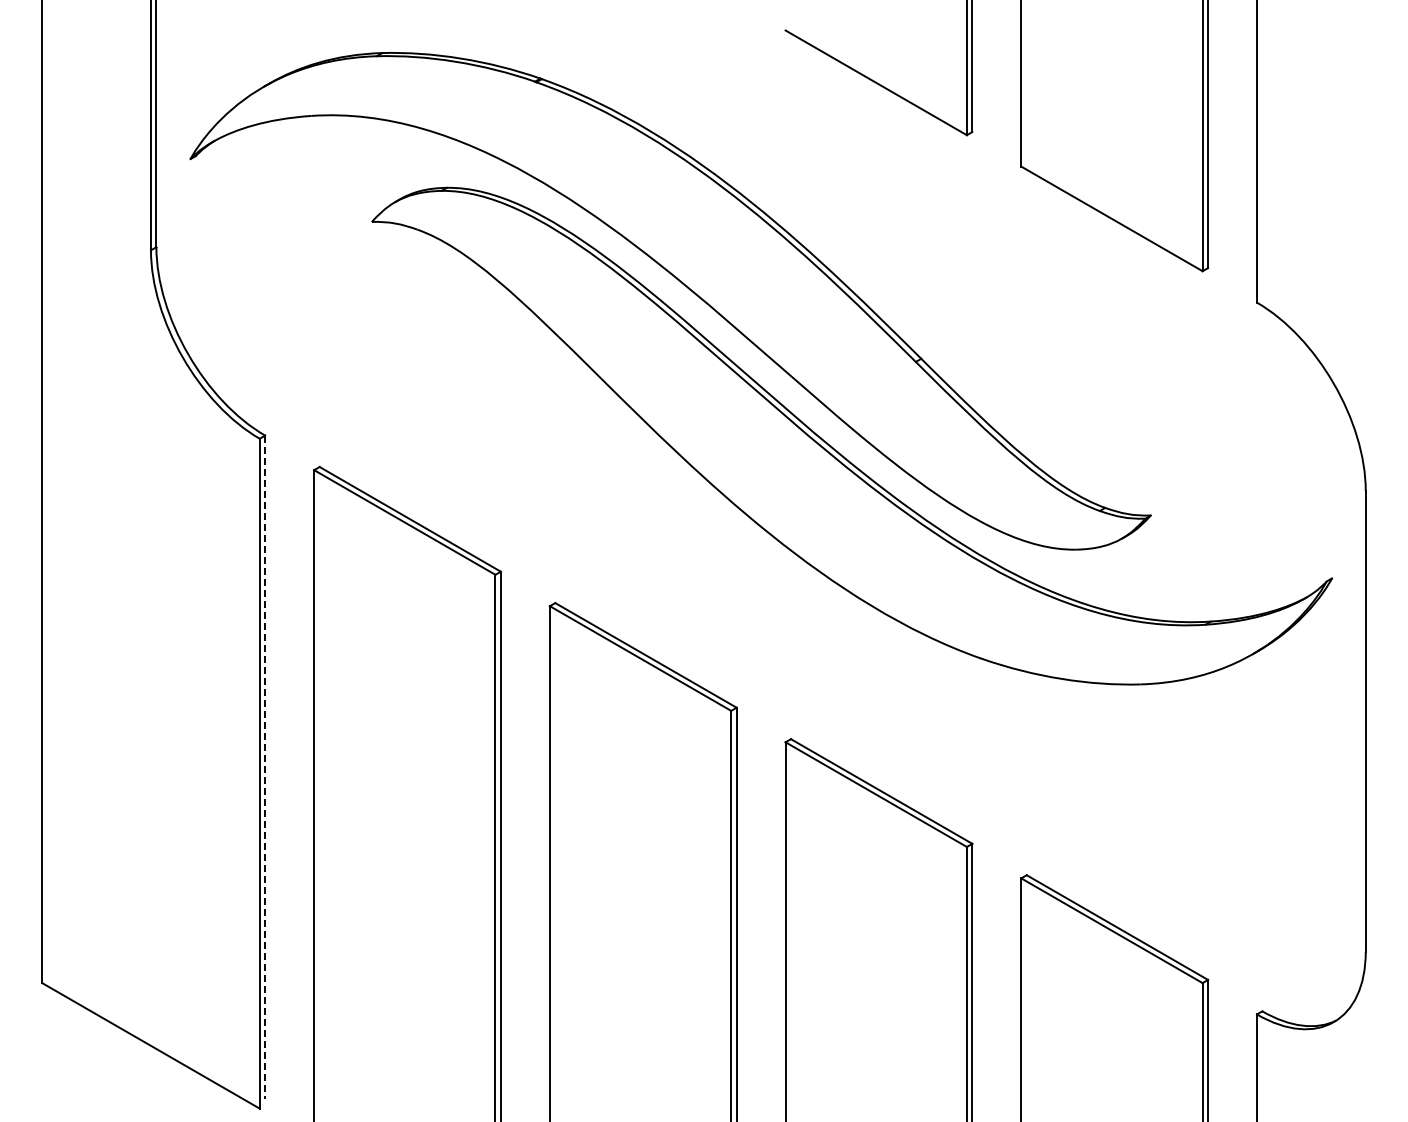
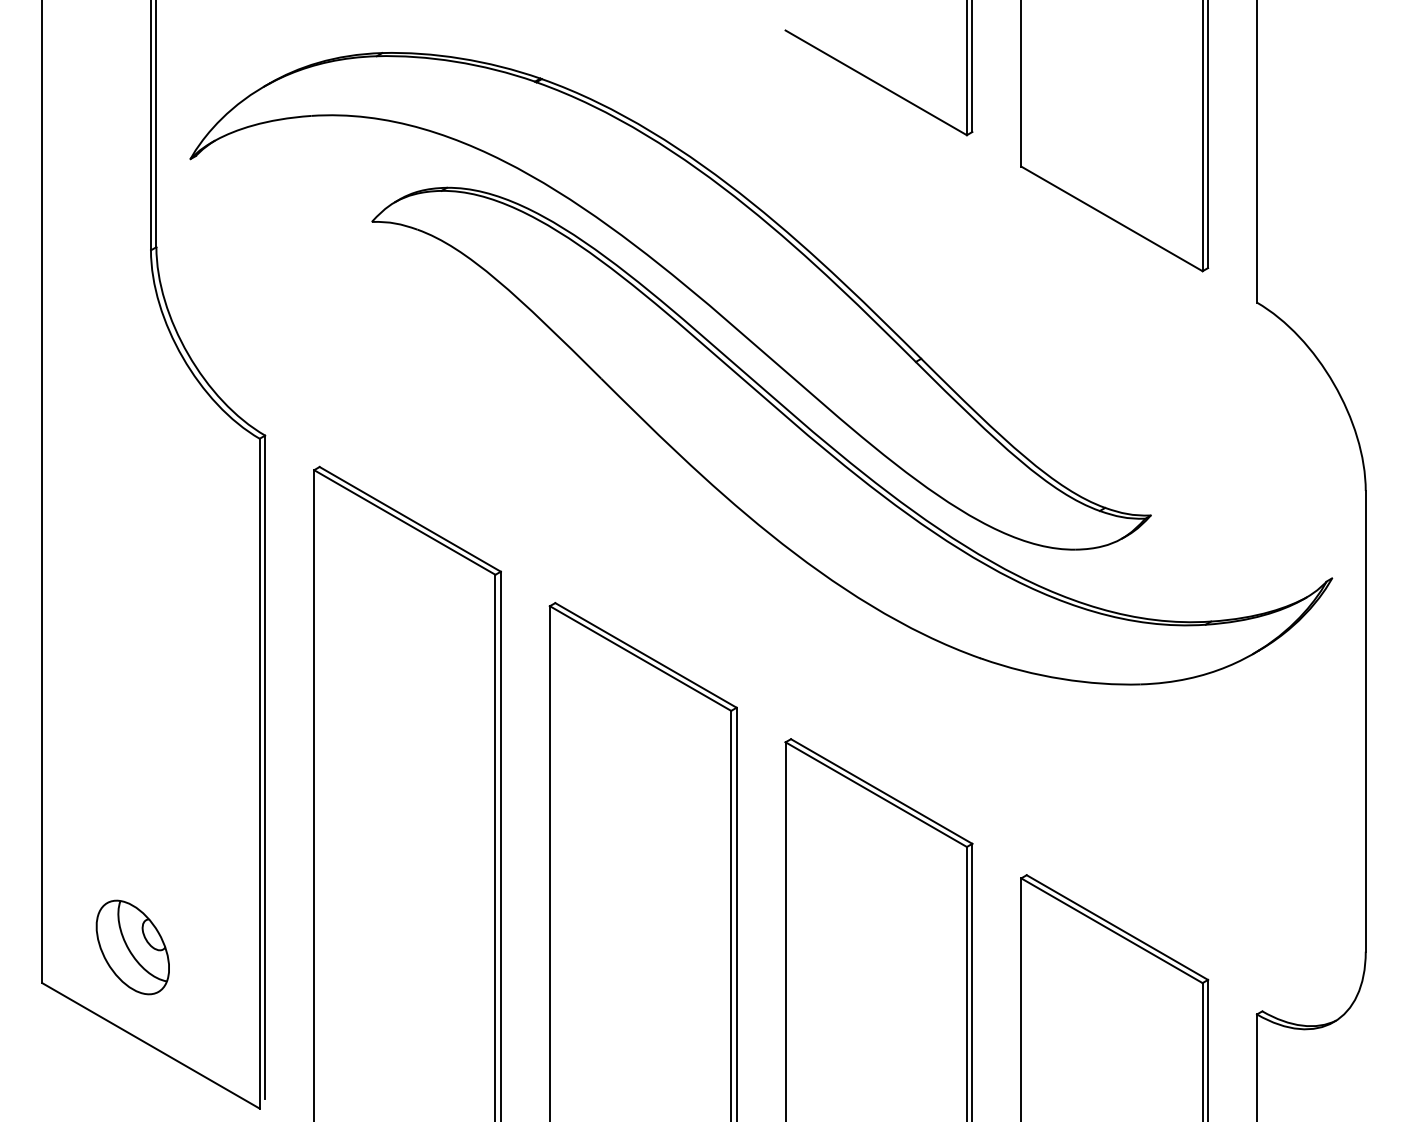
line at (265, 767): dashed -> solid
part at (132, 947): none -> present
